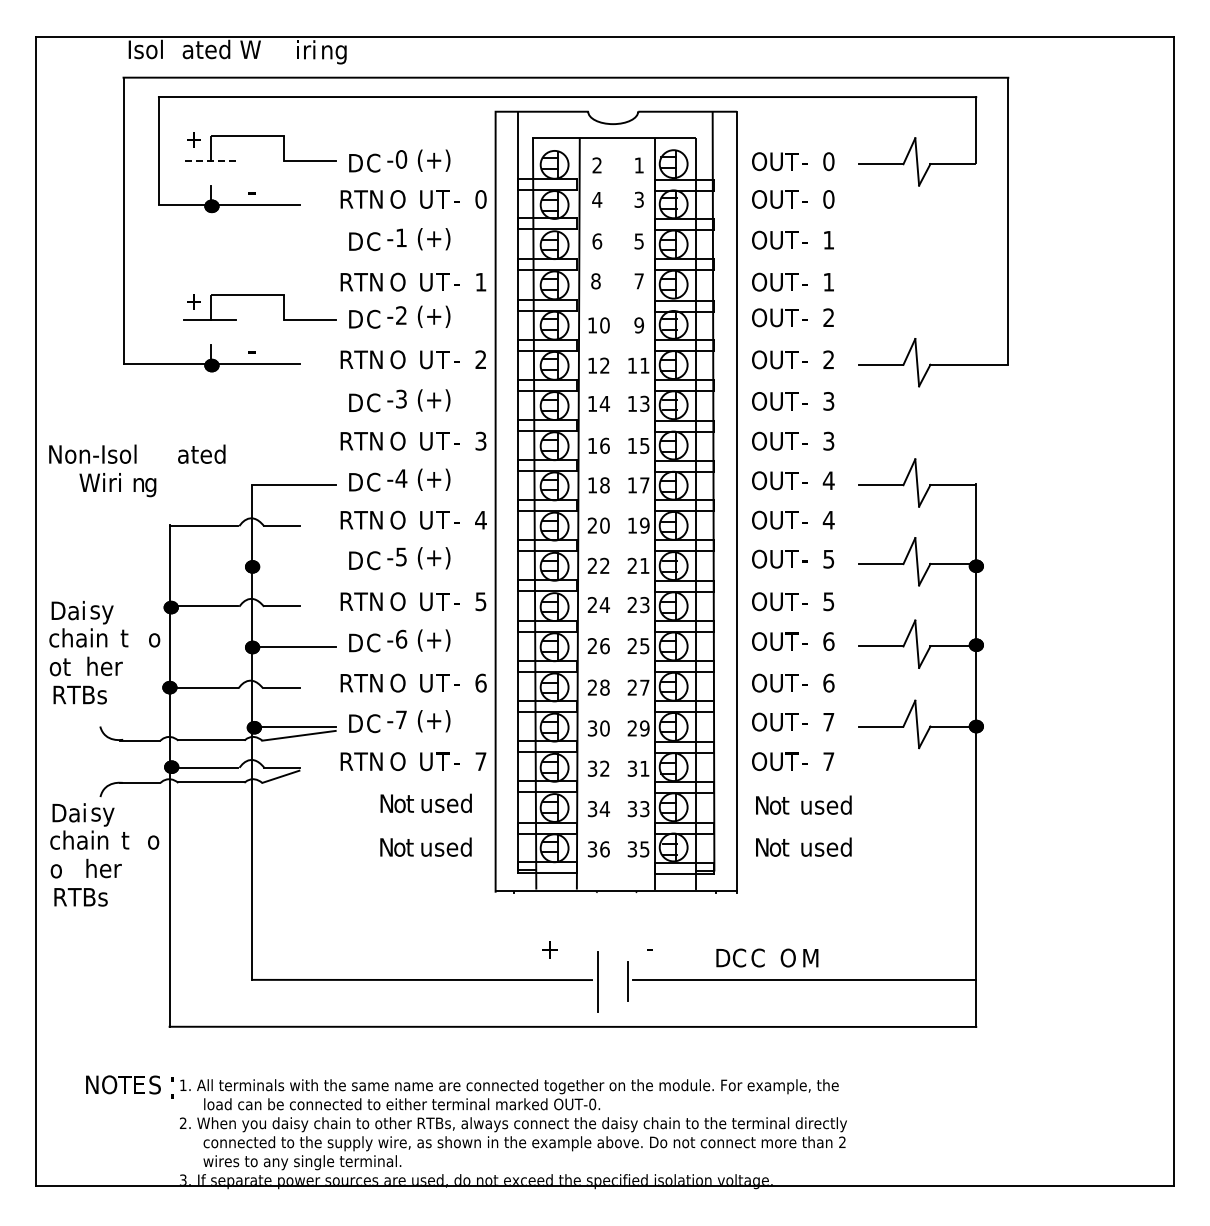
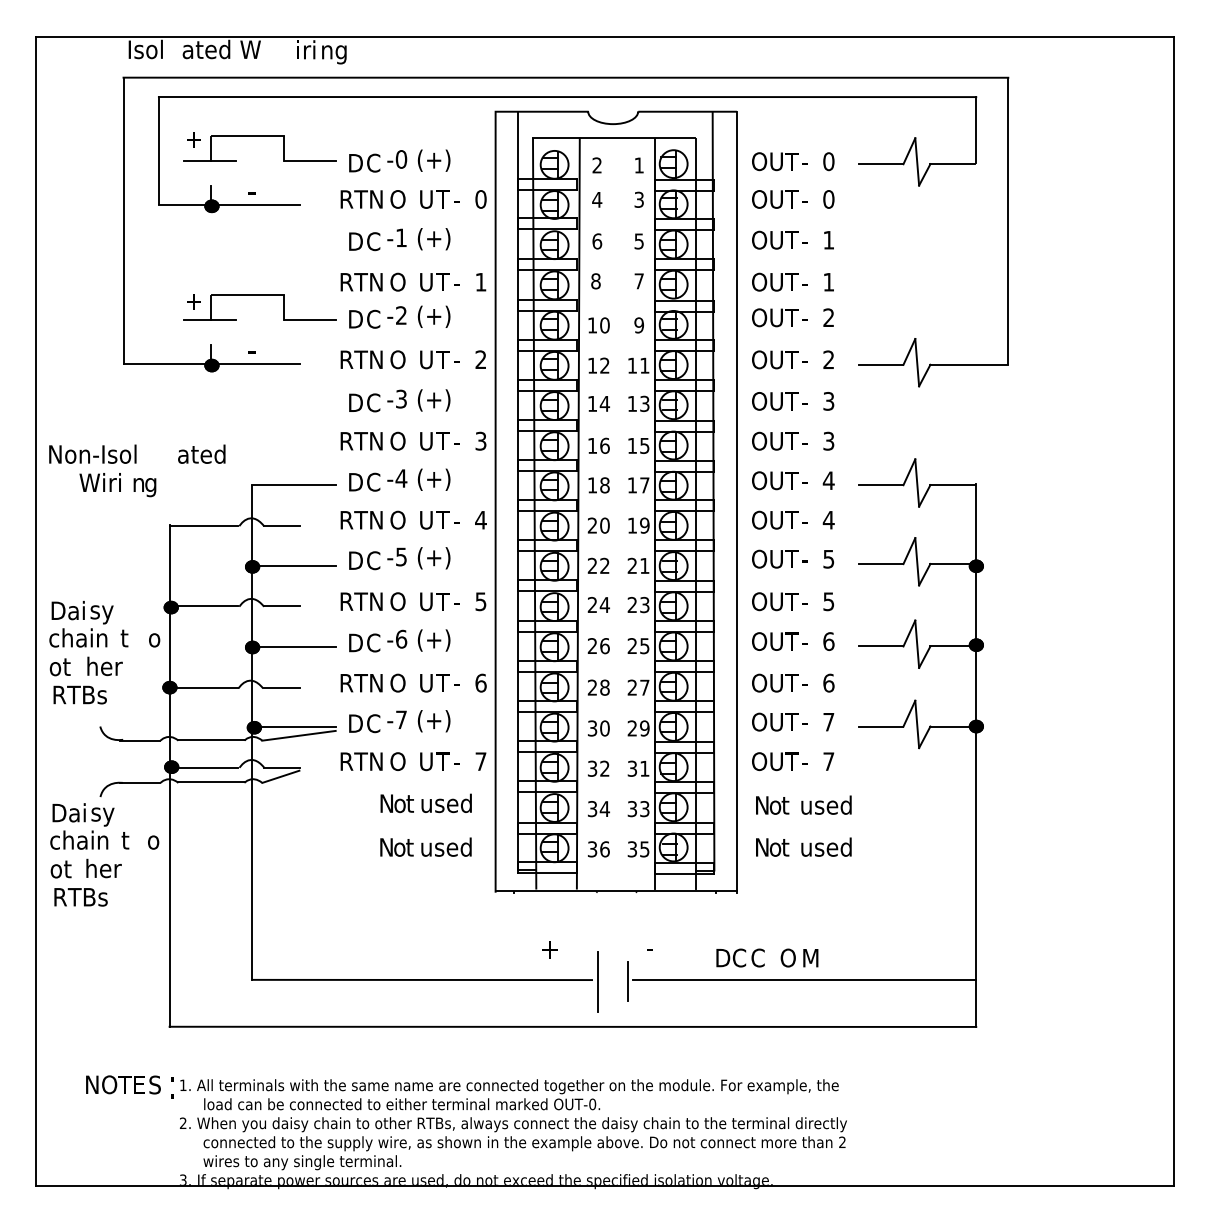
line at (210, 160): dashed -> solid
line at (294, 566): none -> present
text at (67, 869): o -> ot
